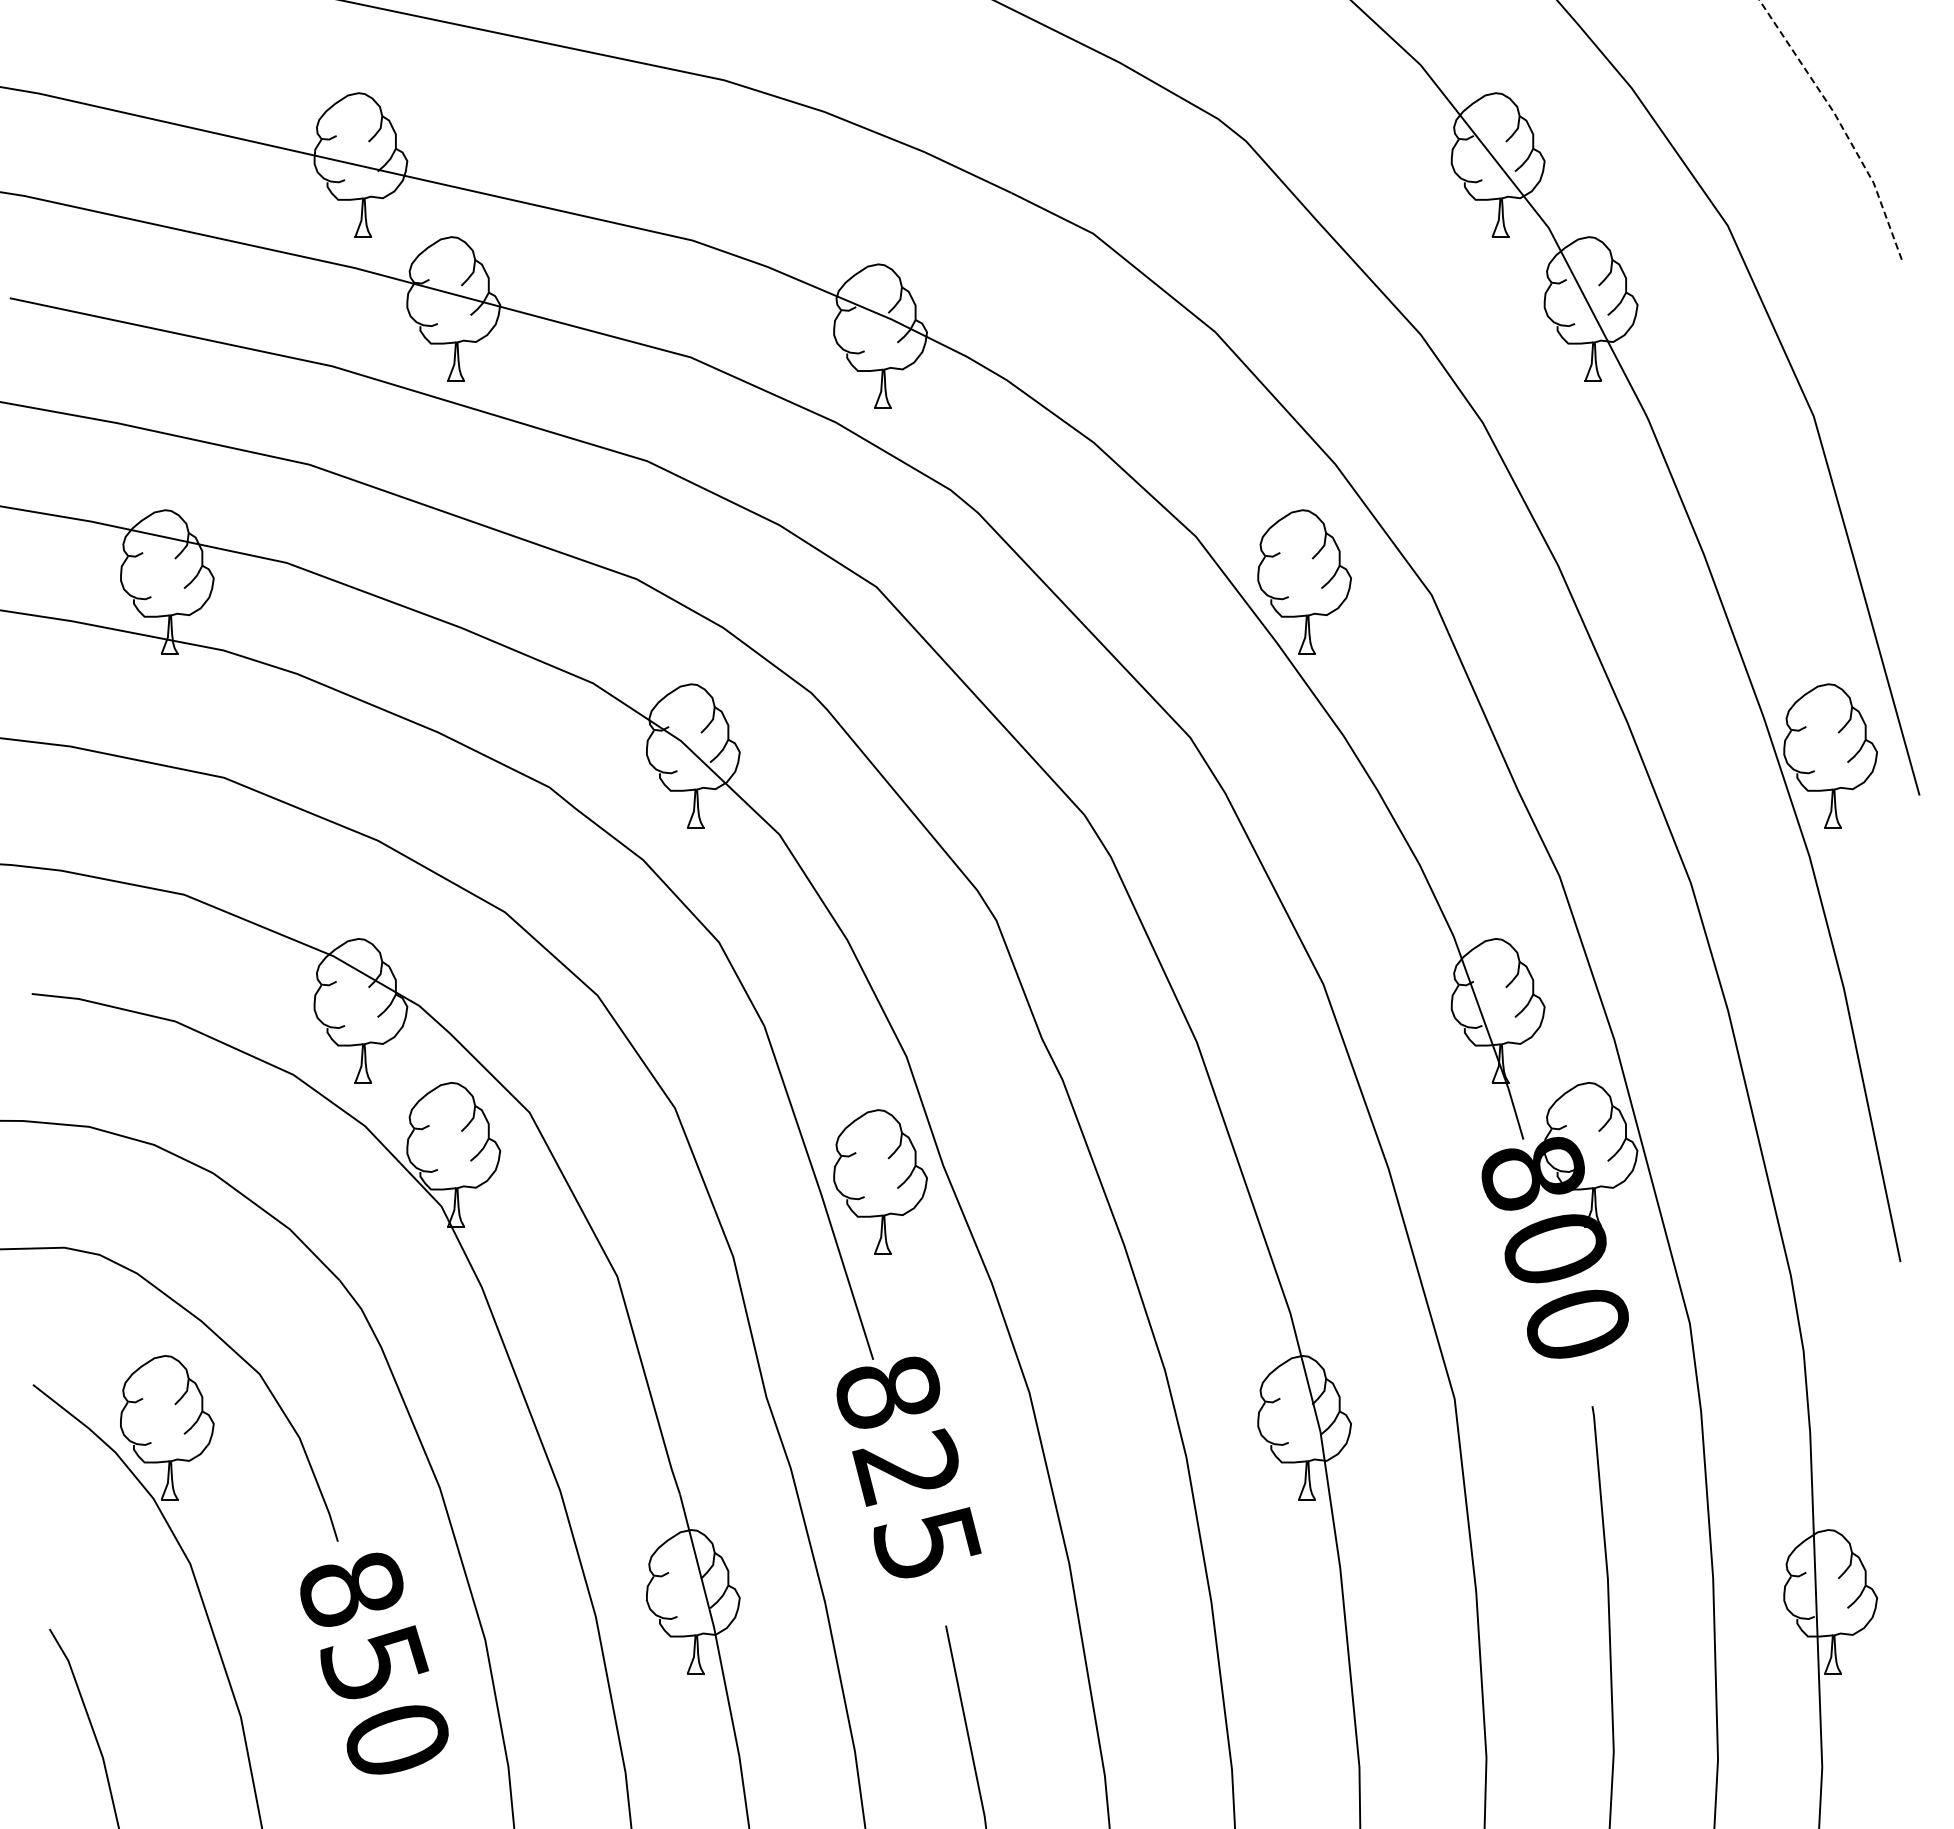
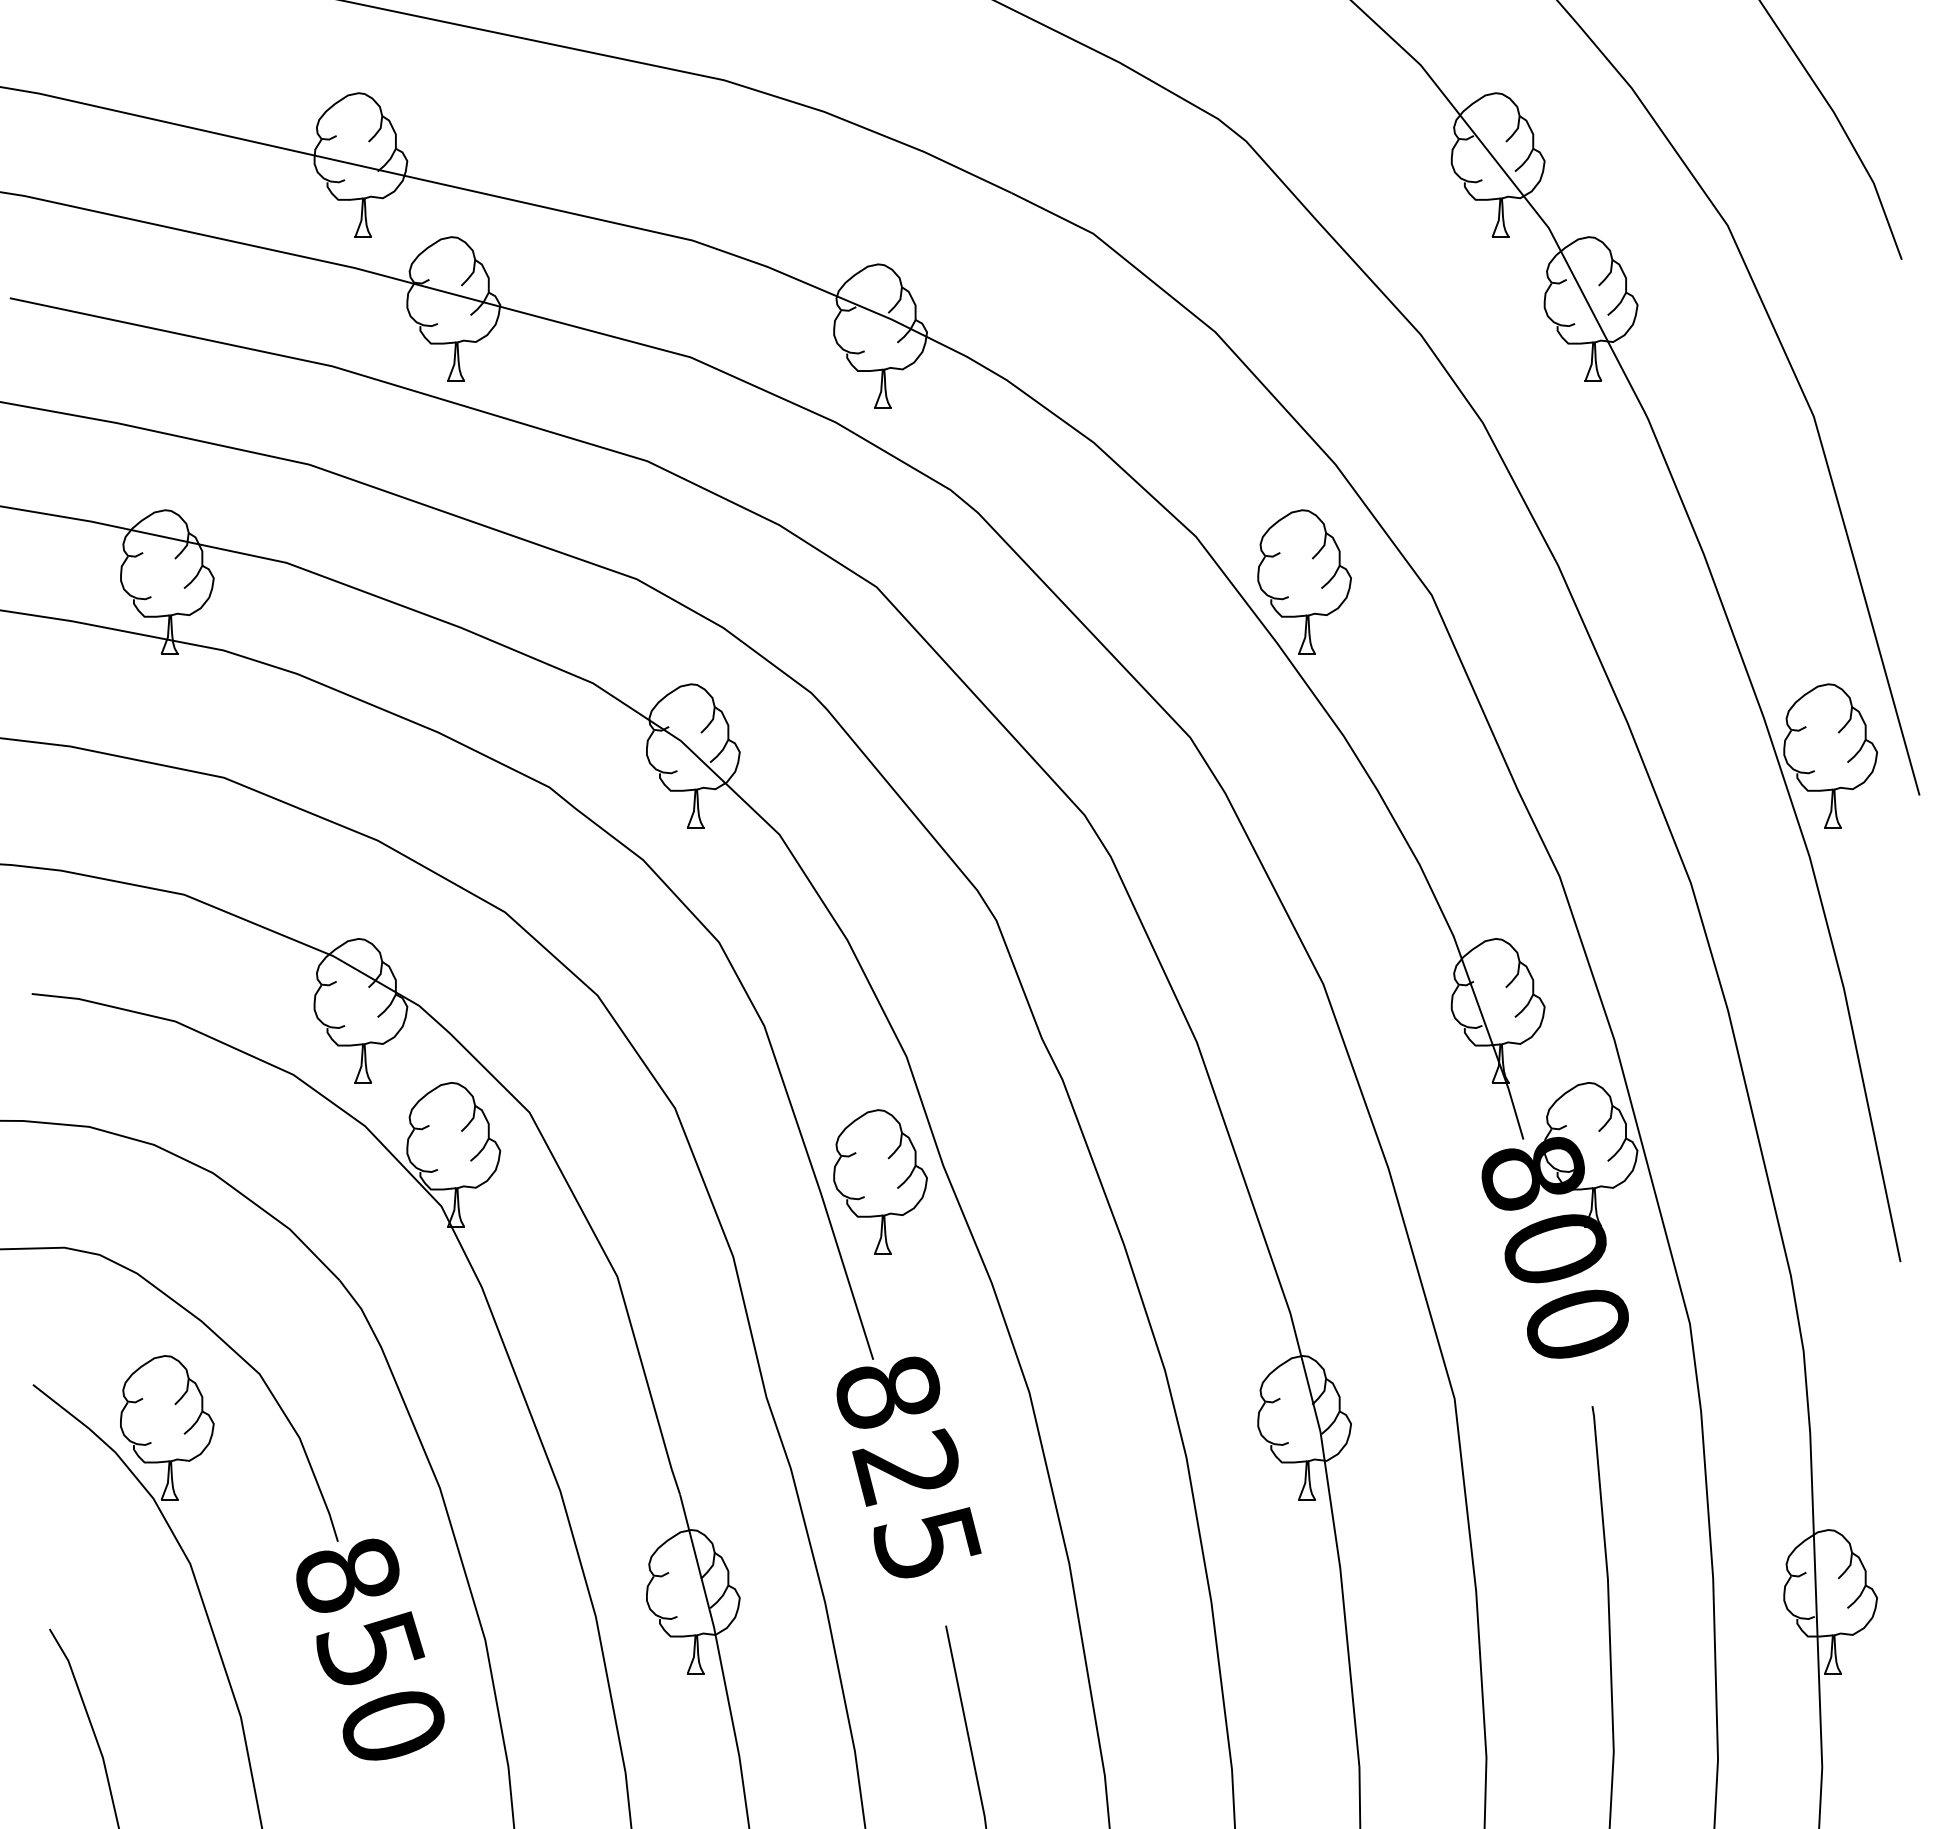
line at (1841, 125): dashed -> solid
text at (374, 1663) position: (374, 1663) -> (370, 1649)
